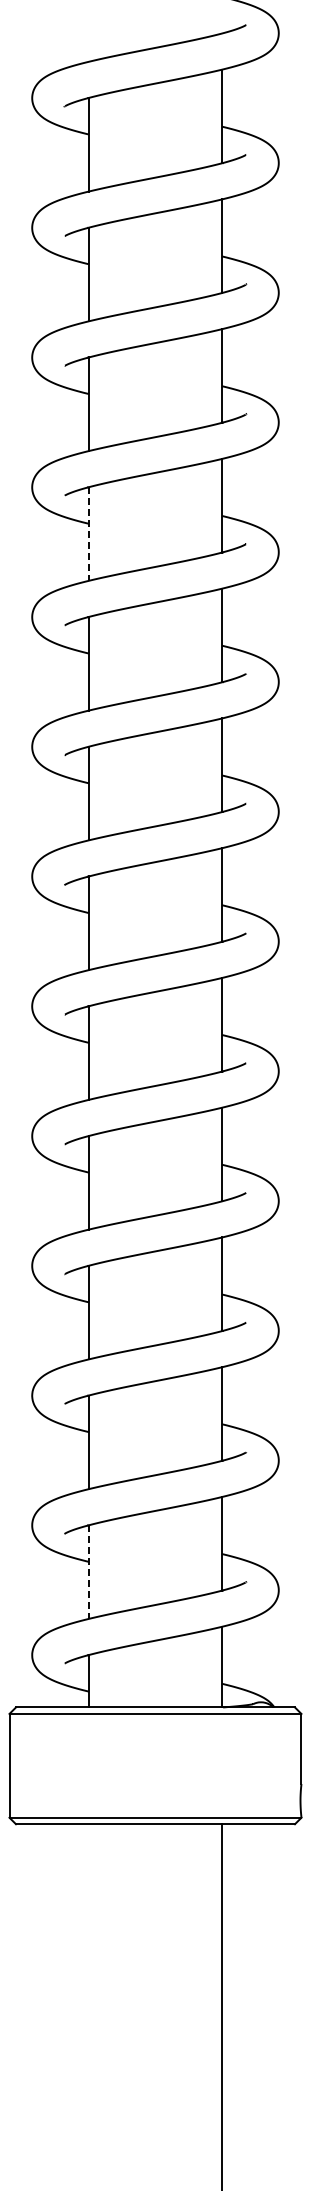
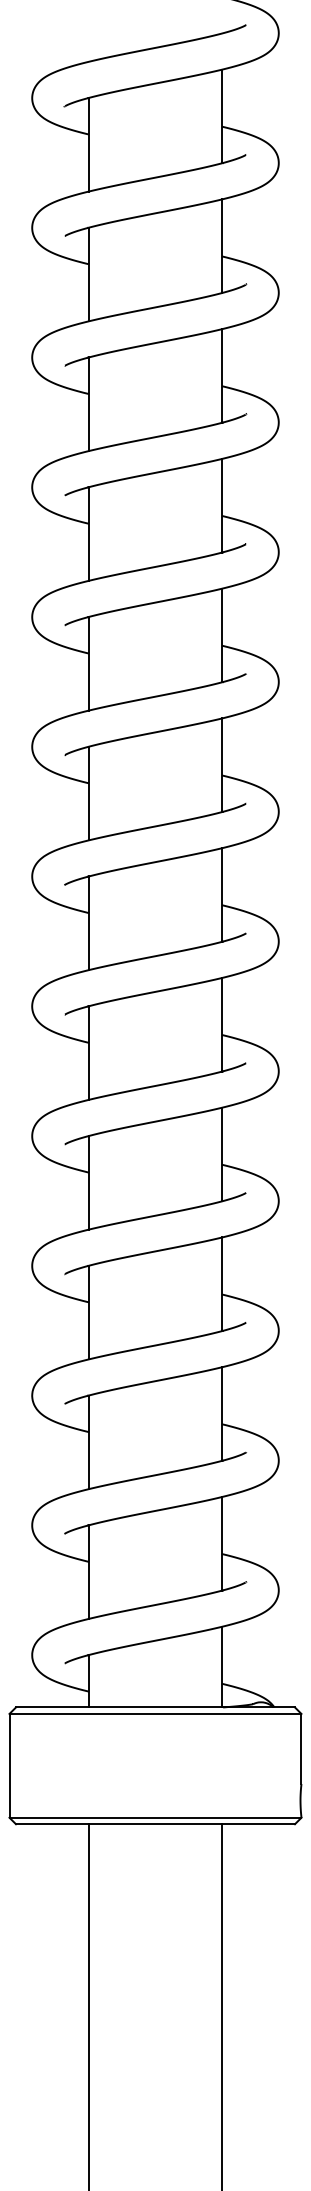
line at (88, 534): dashed -> solid
line at (88, 1572): dashed -> solid
line at (88, 2005): none -> present
